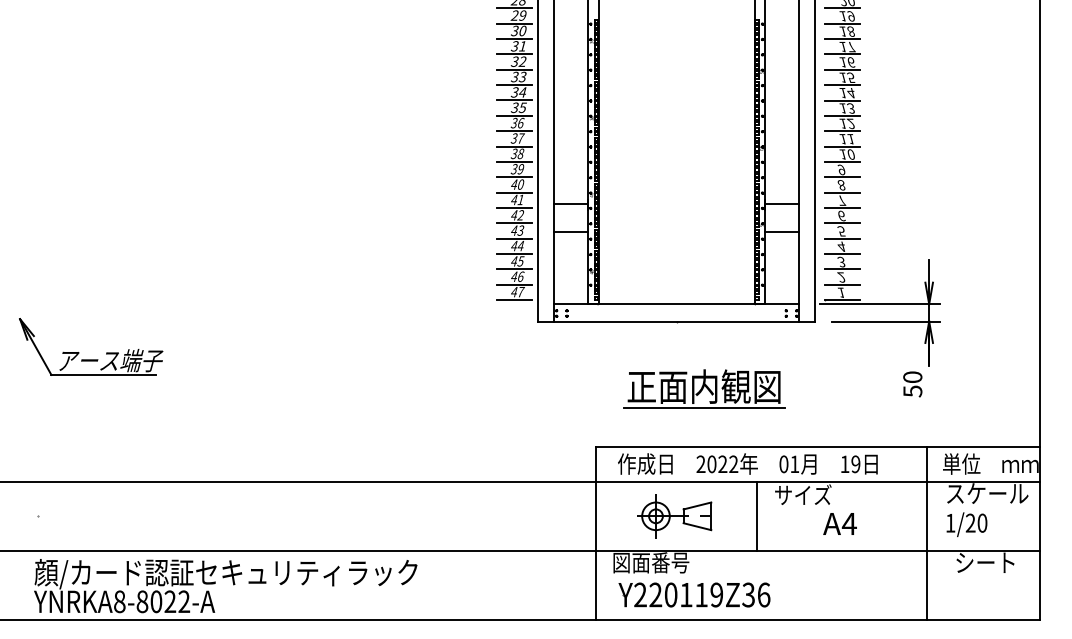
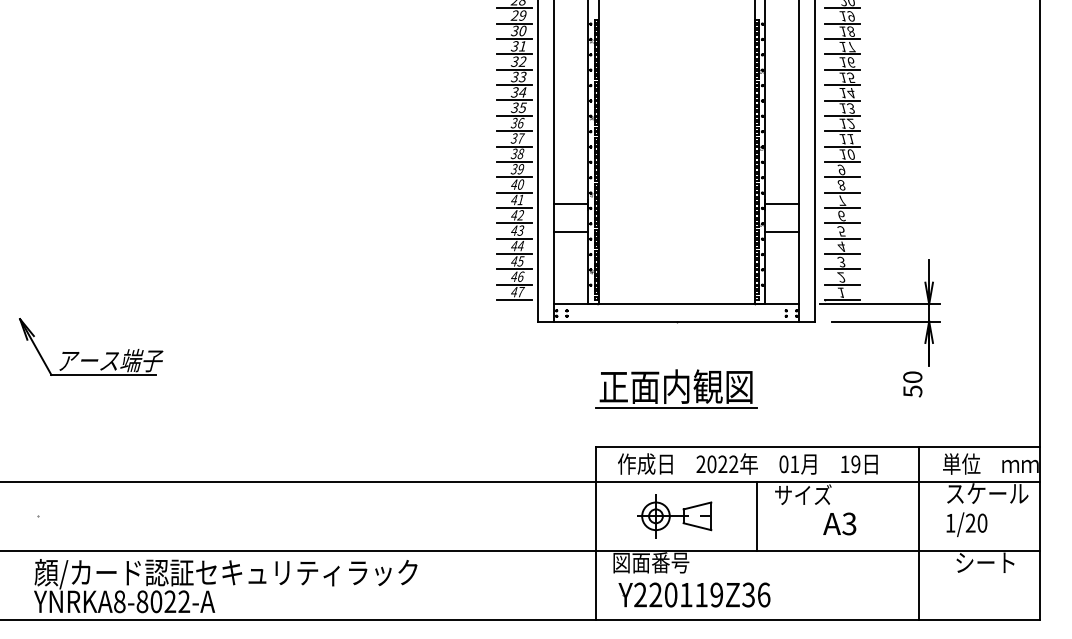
part at (704, 388) position: (704, 388) -> (676, 388)
text at (848, 523): A4 -> A3
line at (926, 533) position: (926, 533) -> (918, 533)
